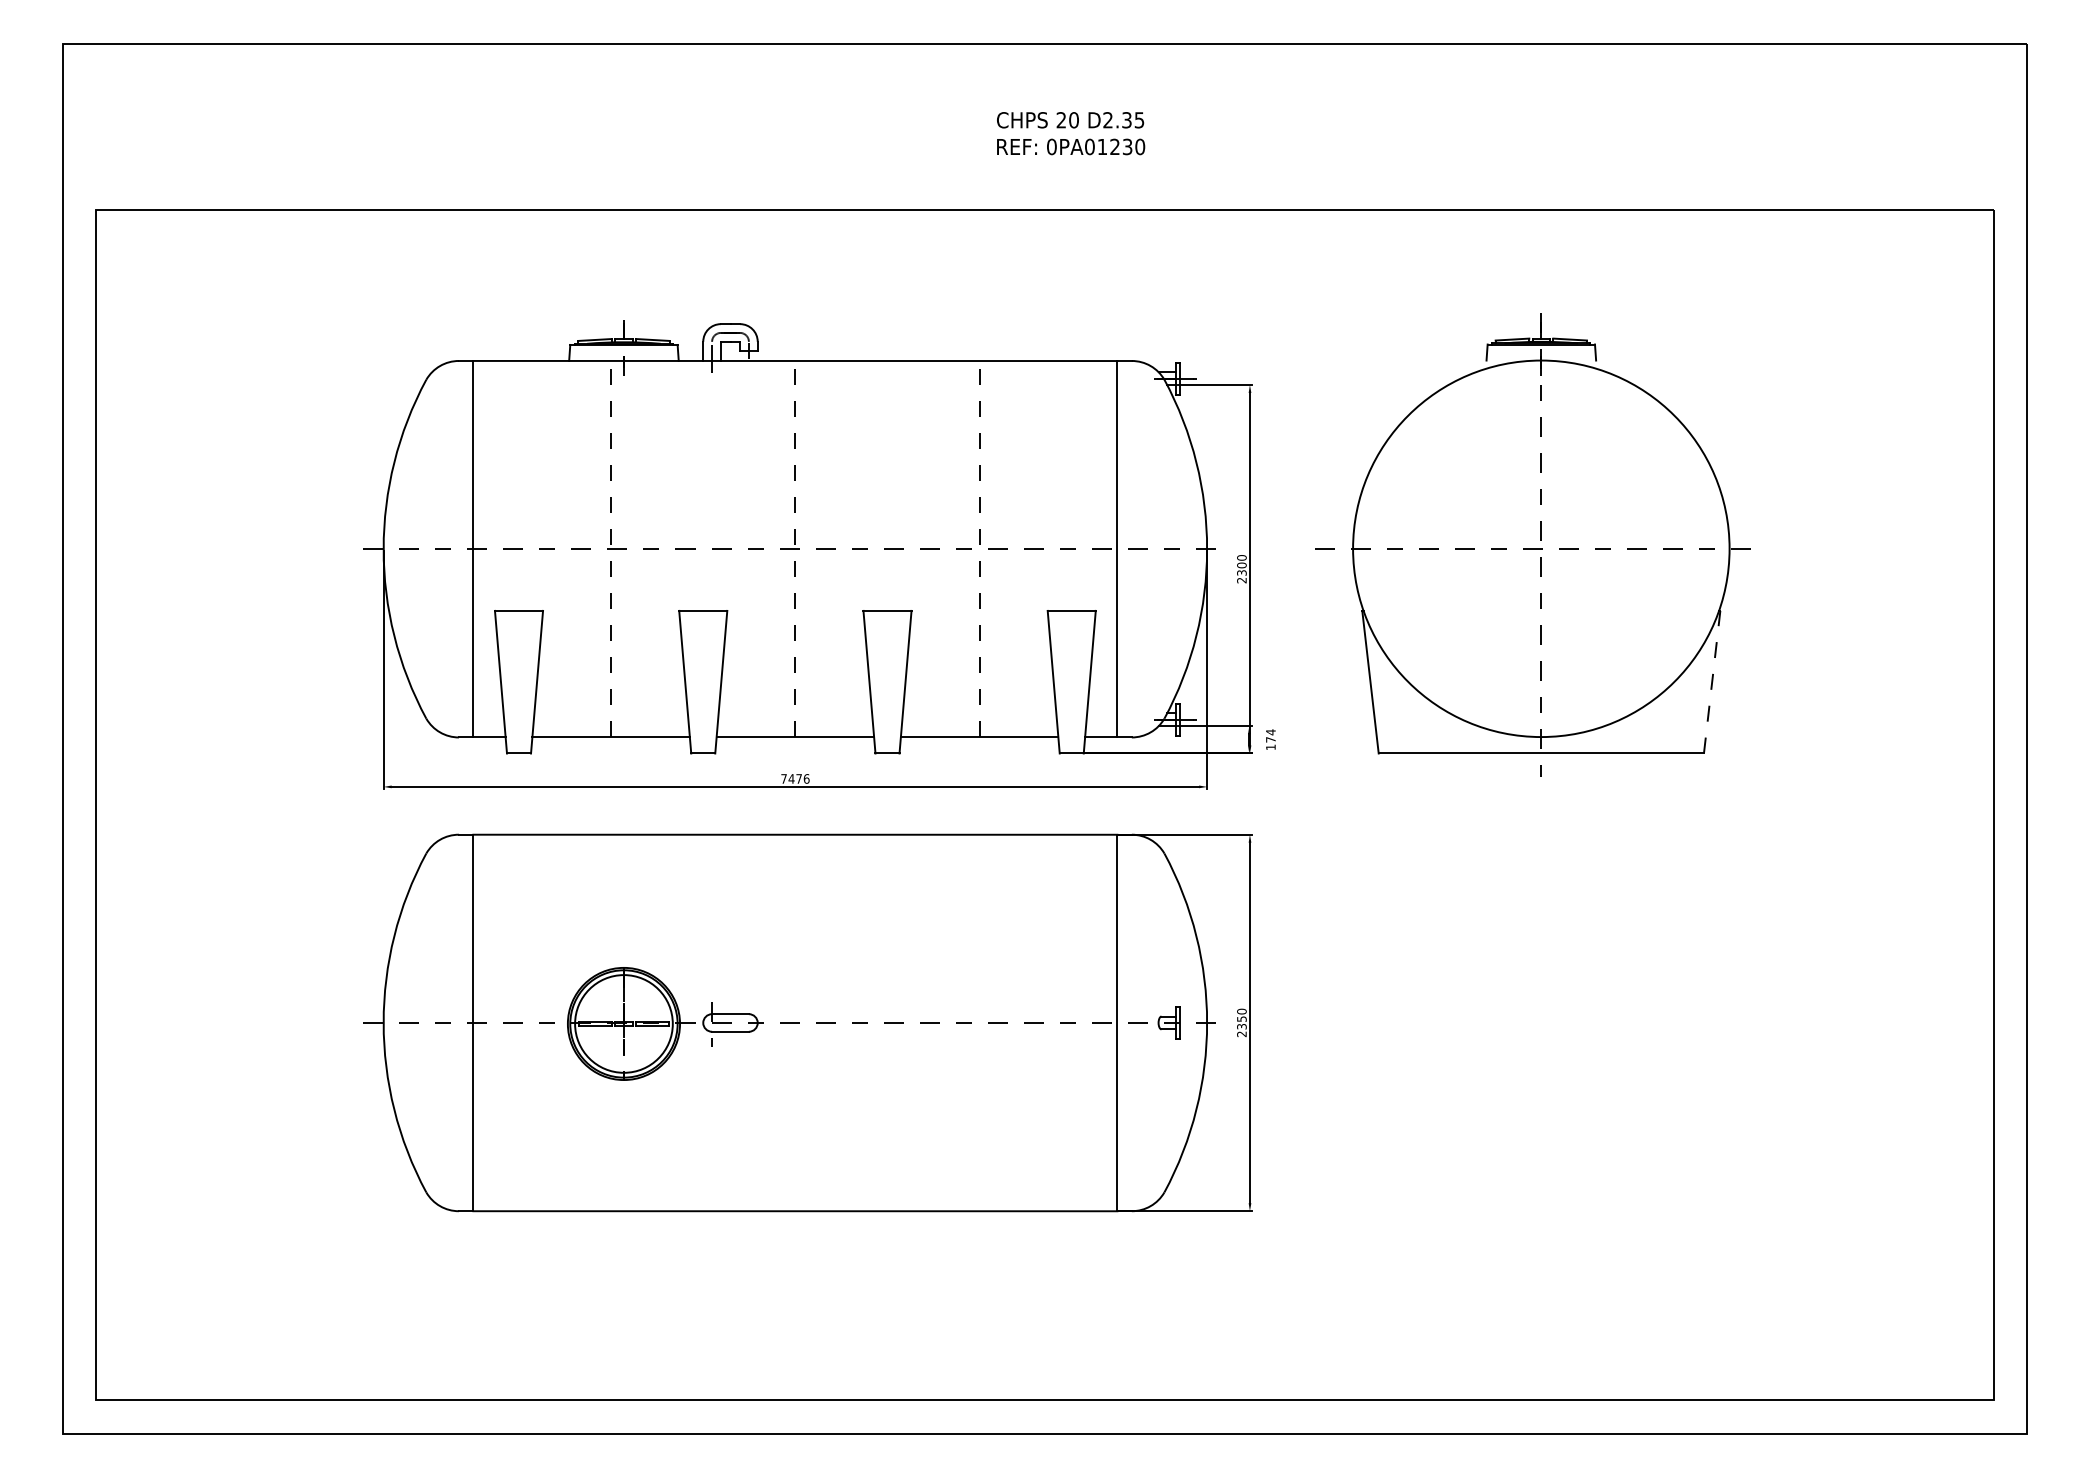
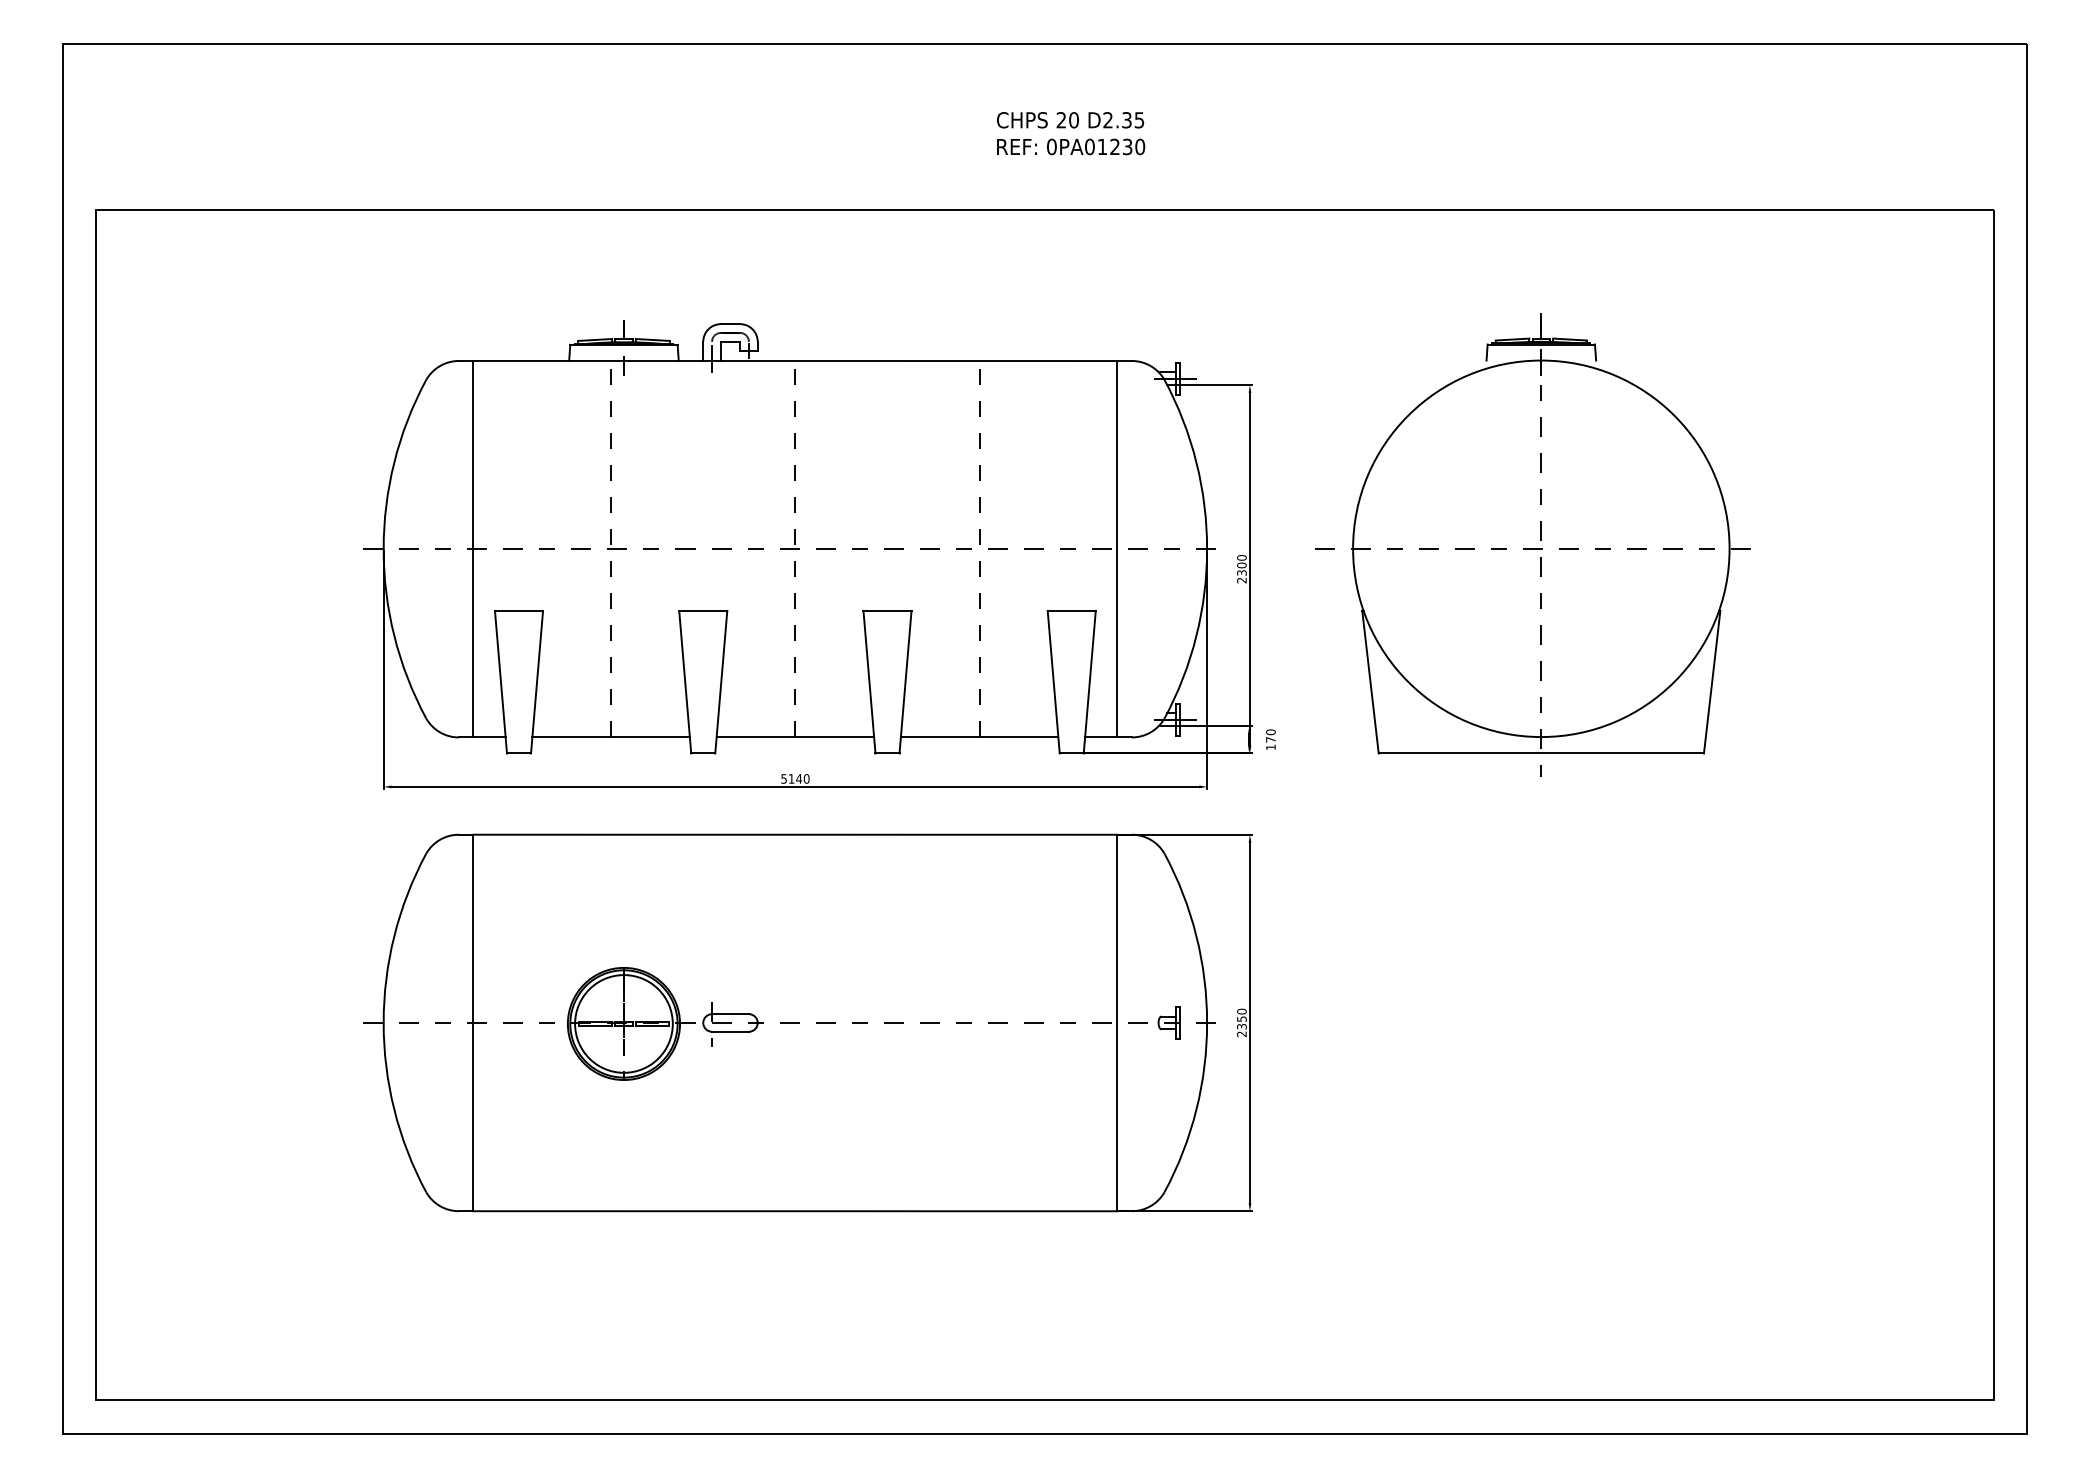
line at (1712, 682): dashed -> solid
text at (1270, 732): 174 -> 170
text at (795, 778): 7476 -> 5140
